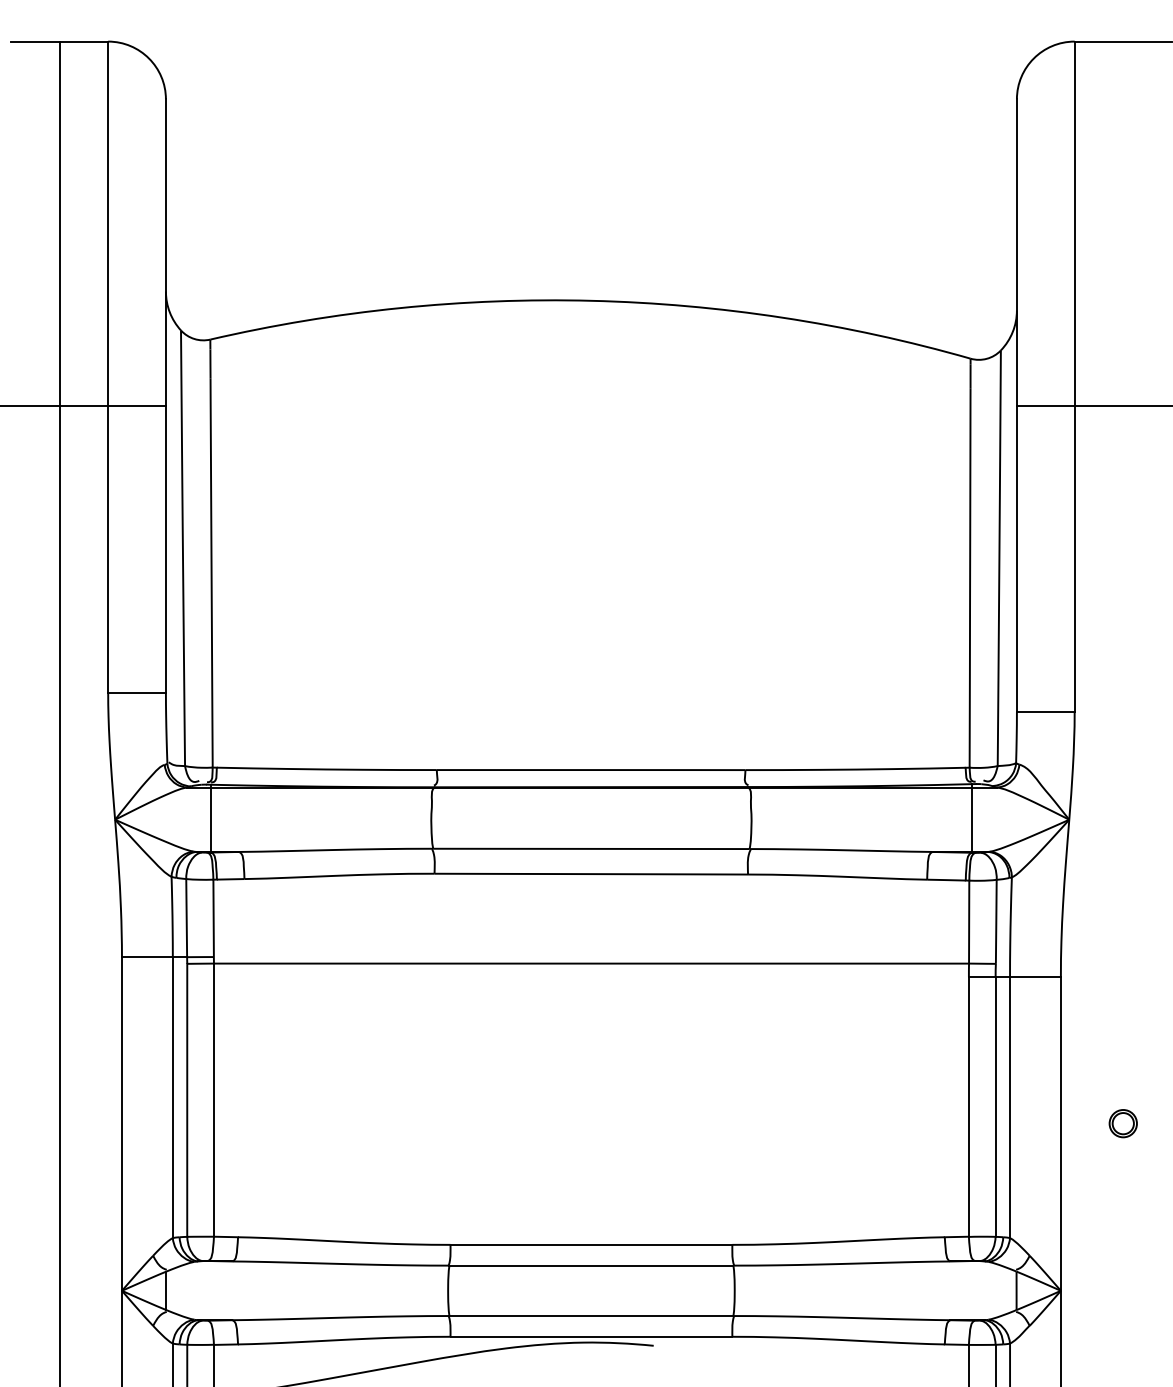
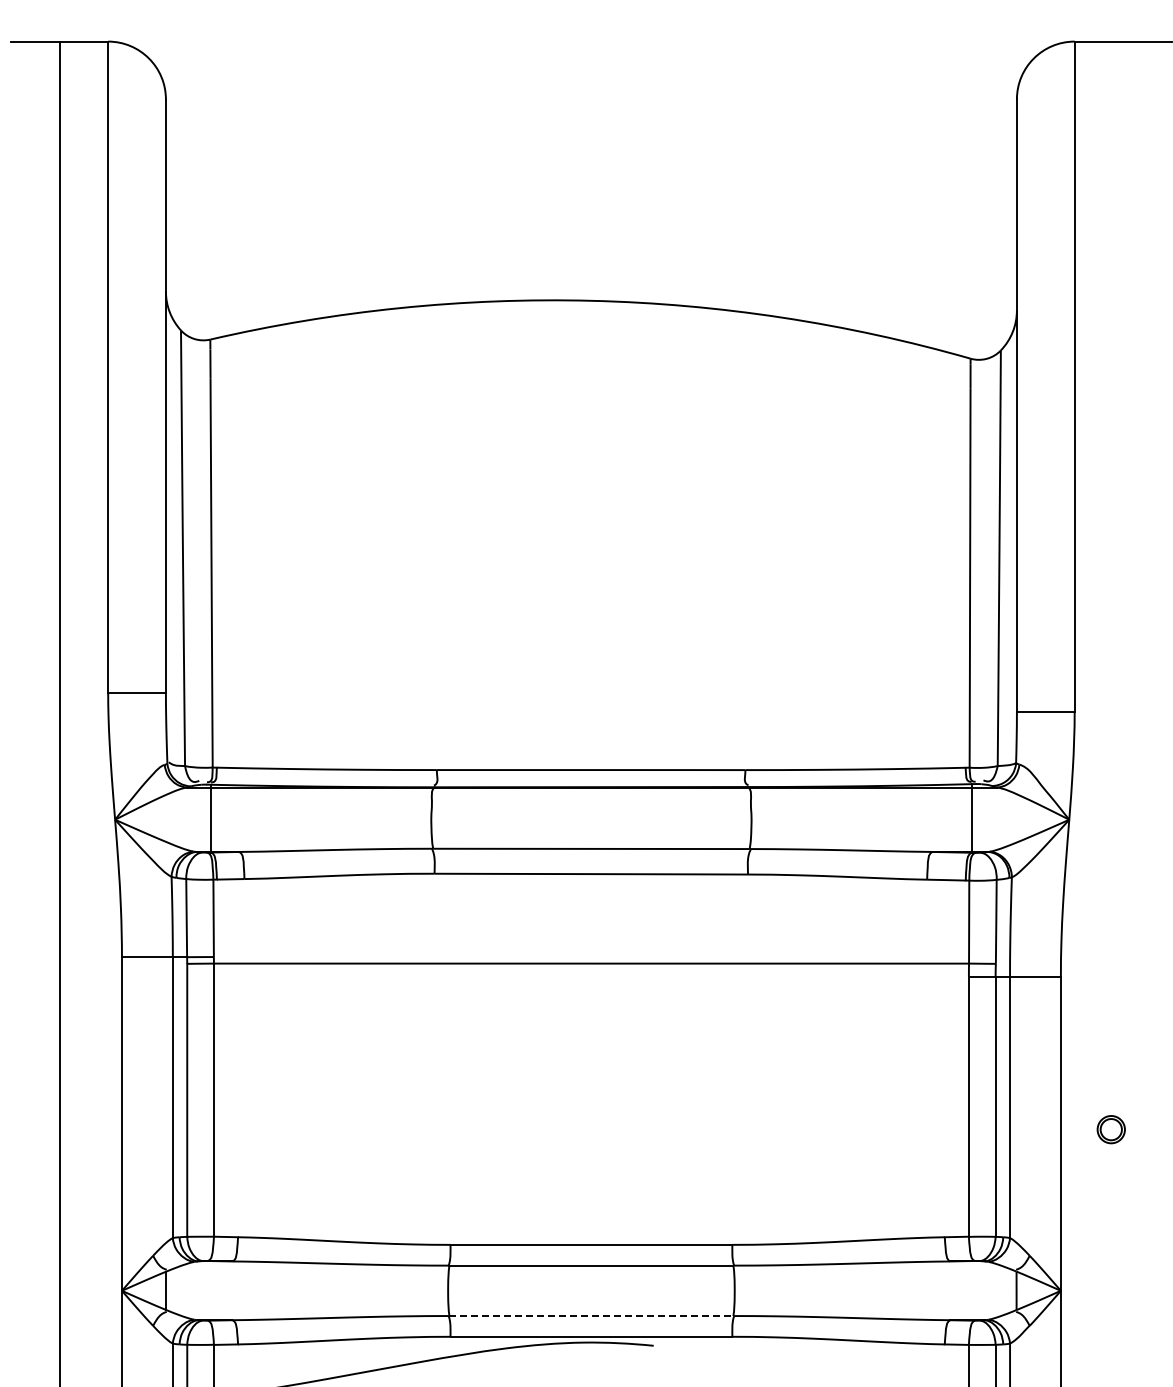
line at (83, 406): present -> none
line at (1092, 406): present -> none
part at (1122, 1123) position: (1122, 1123) -> (1110, 1129)
line at (591, 1316): solid -> dashed
